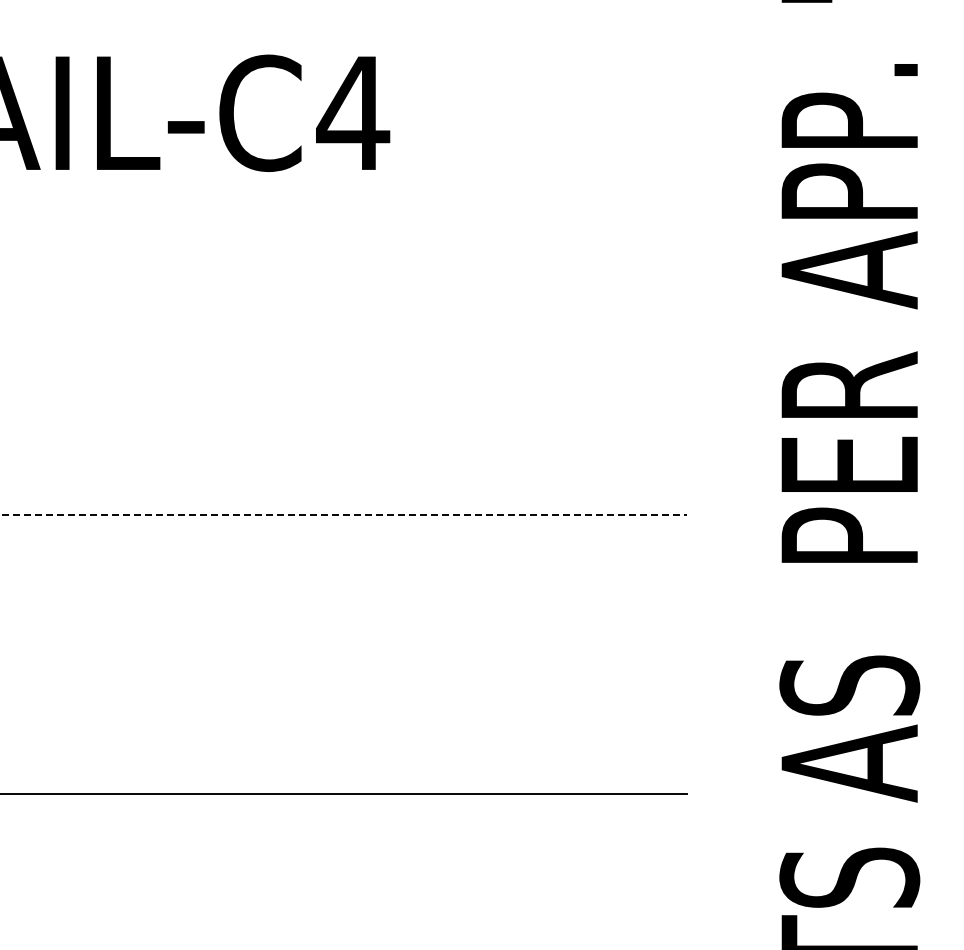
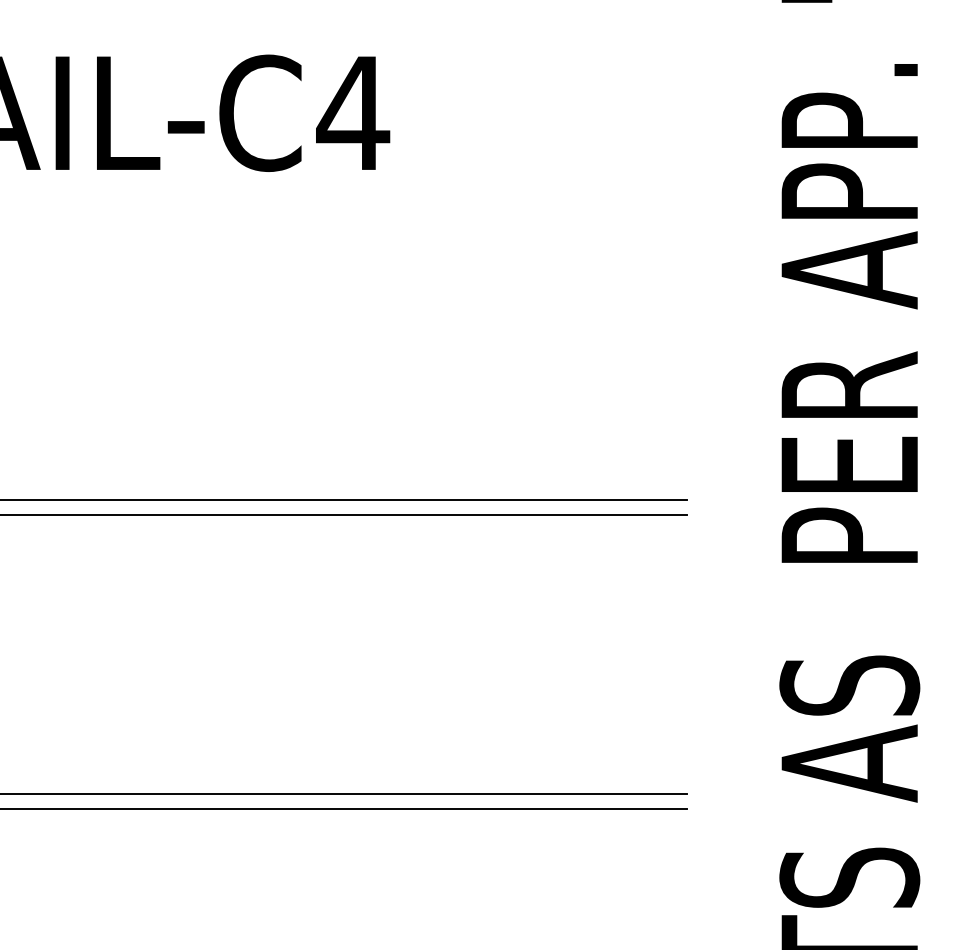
line at (344, 499): none -> present
line at (344, 514): dashed -> solid
line at (344, 809): none -> present
